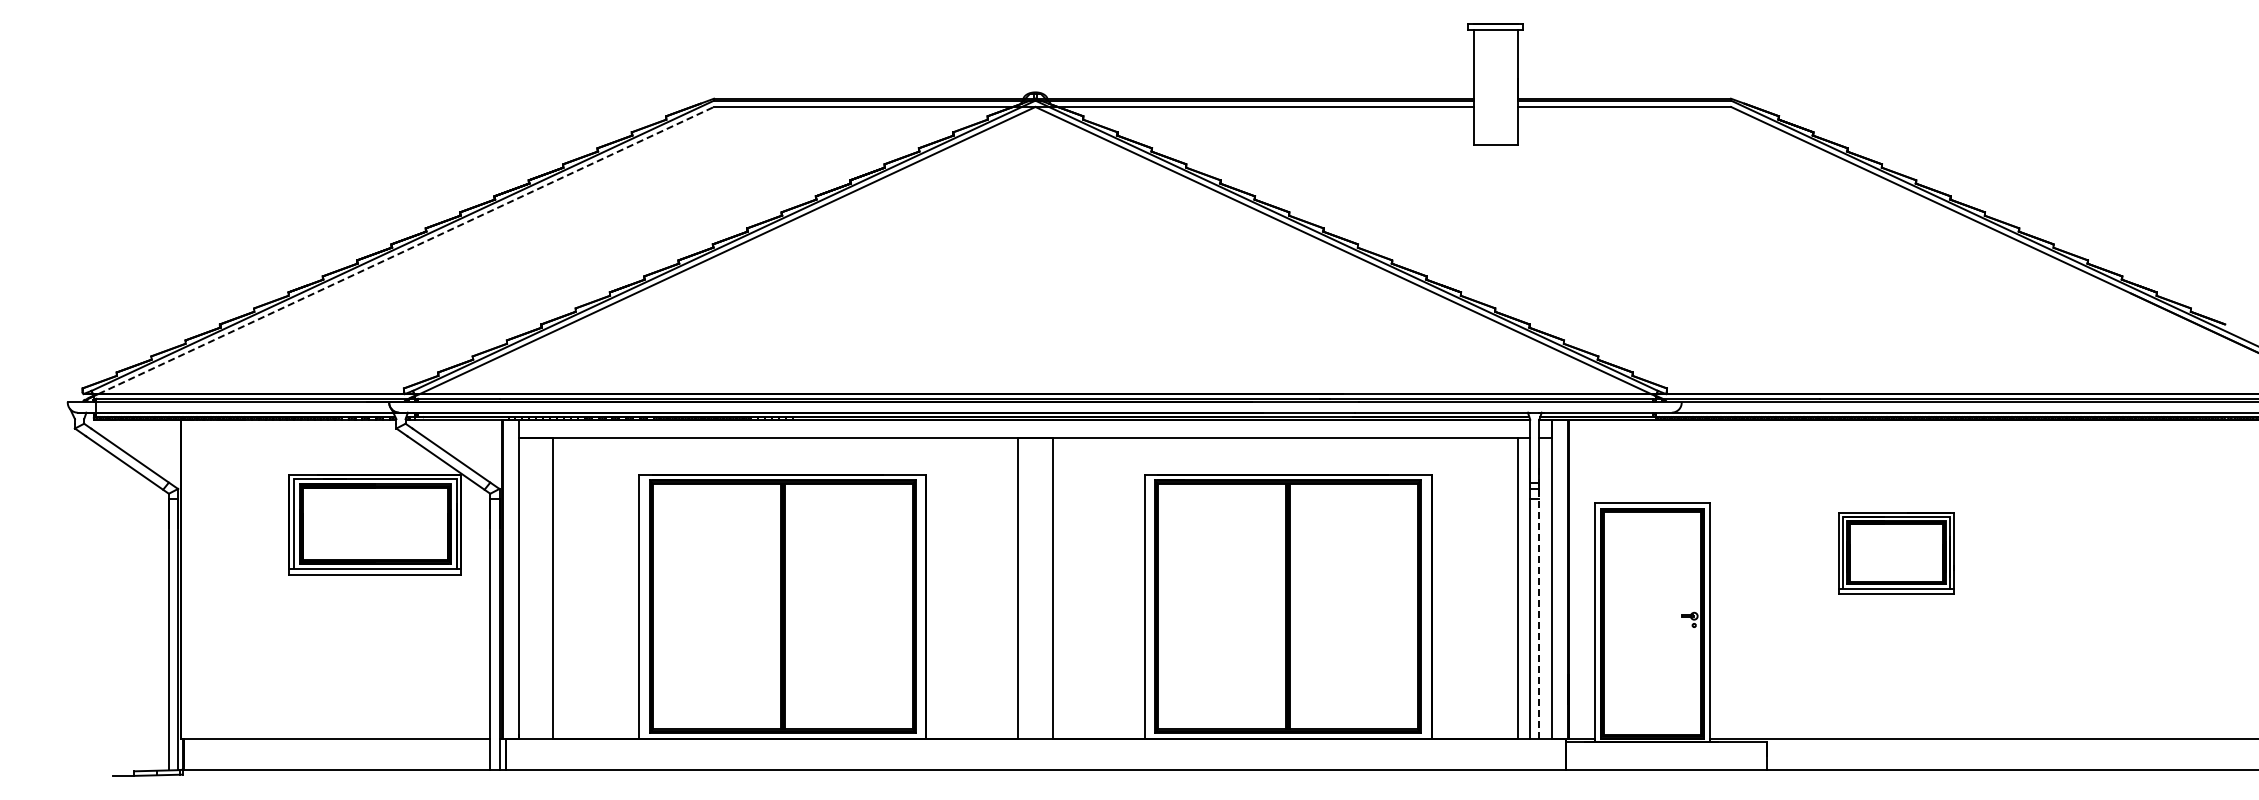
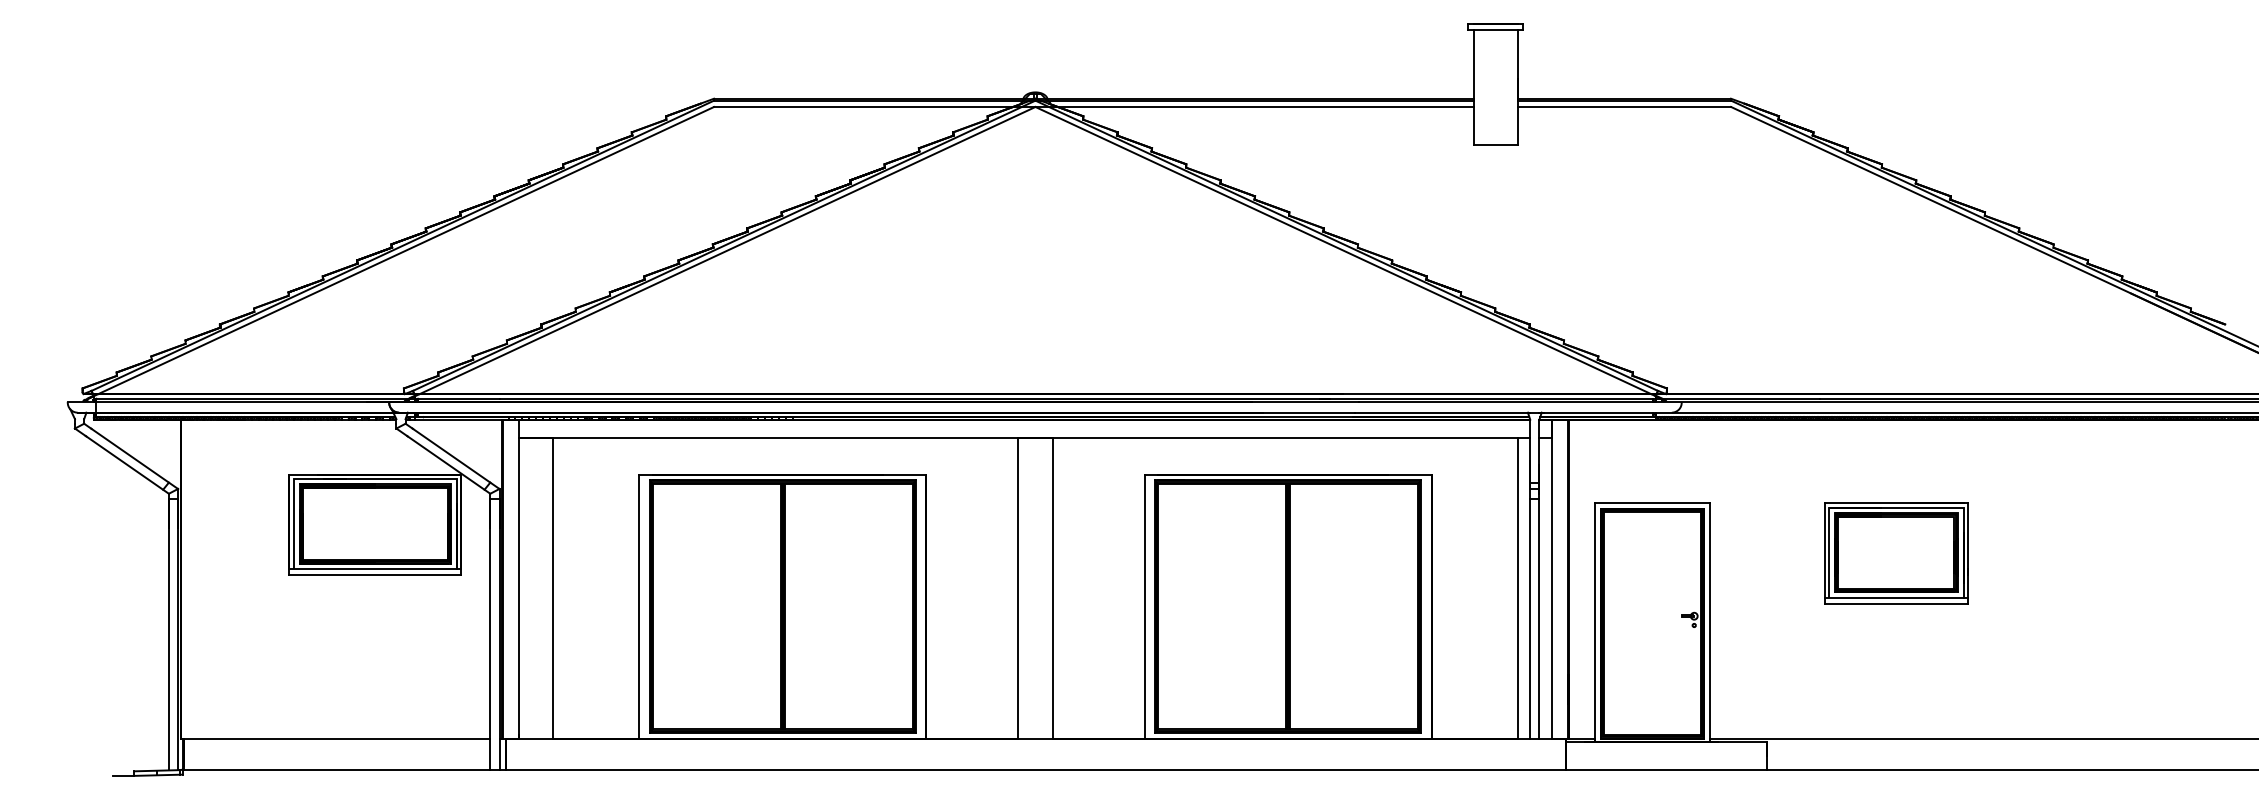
line at (406, 250): dashed -> solid
part at (1896, 553) size: 117x83 px -> 145x103 px
line at (1539, 601): dashed -> solid
